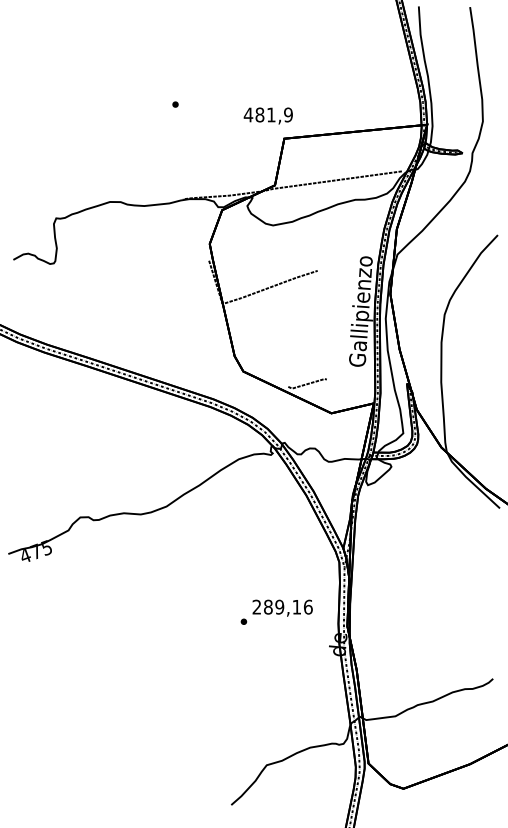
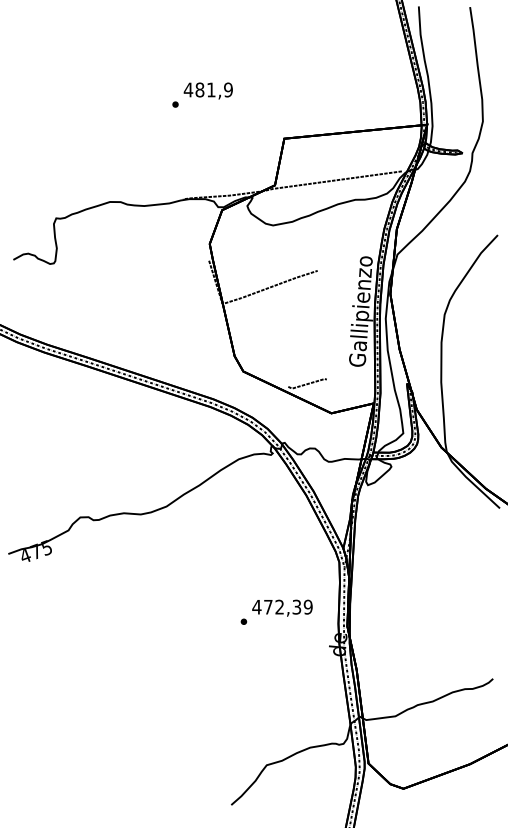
text at (267, 115) position: (267, 115) -> (207, 90)
text at (282, 606): 289,16 -> 472,39
